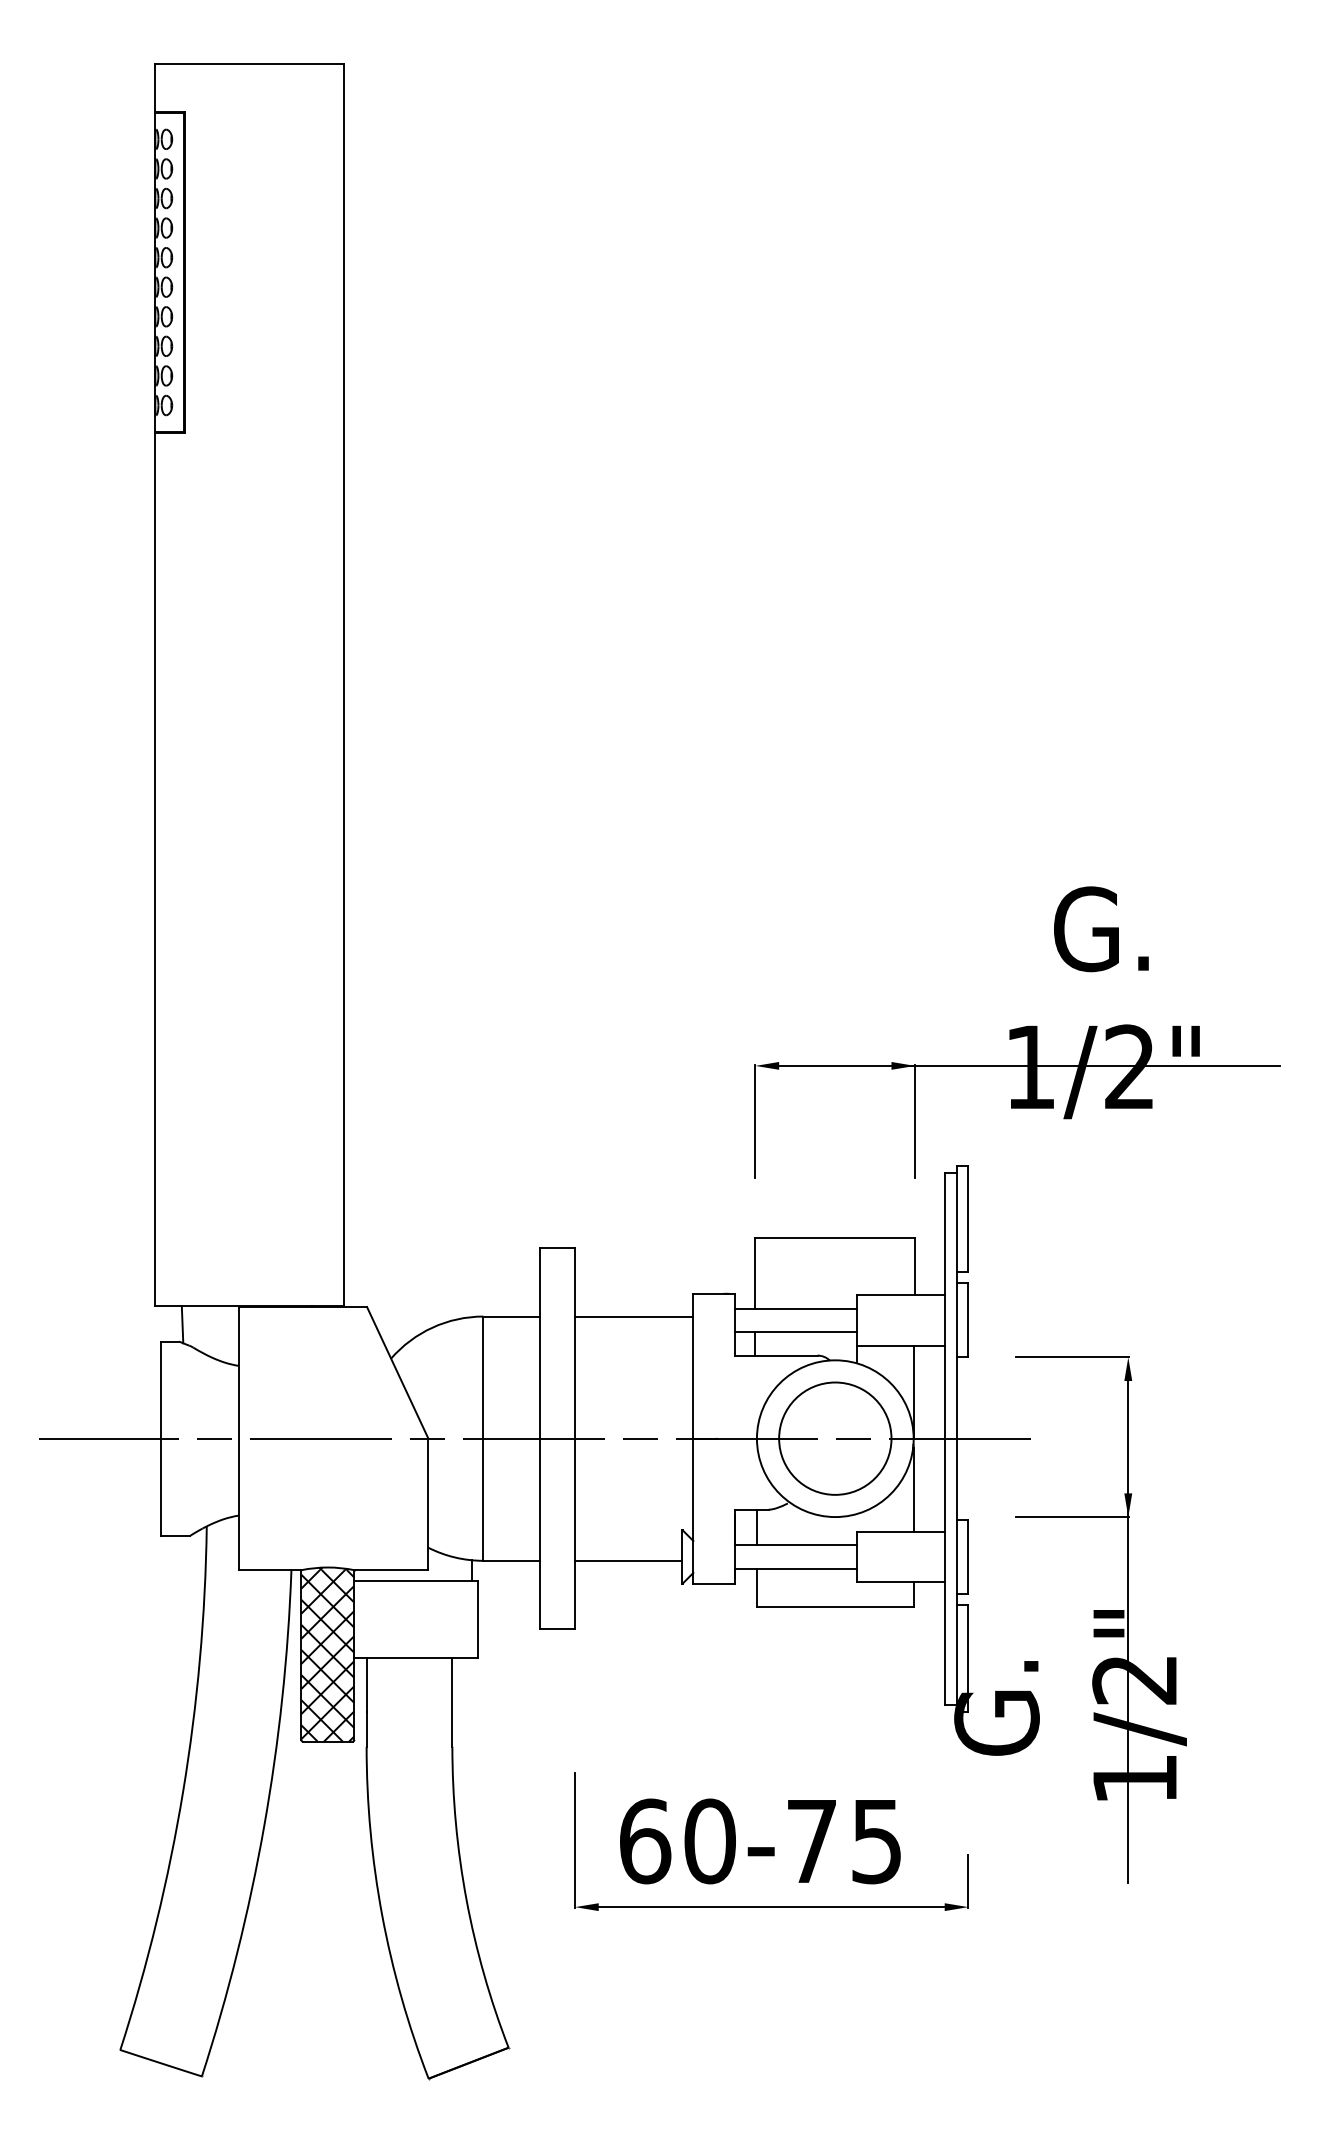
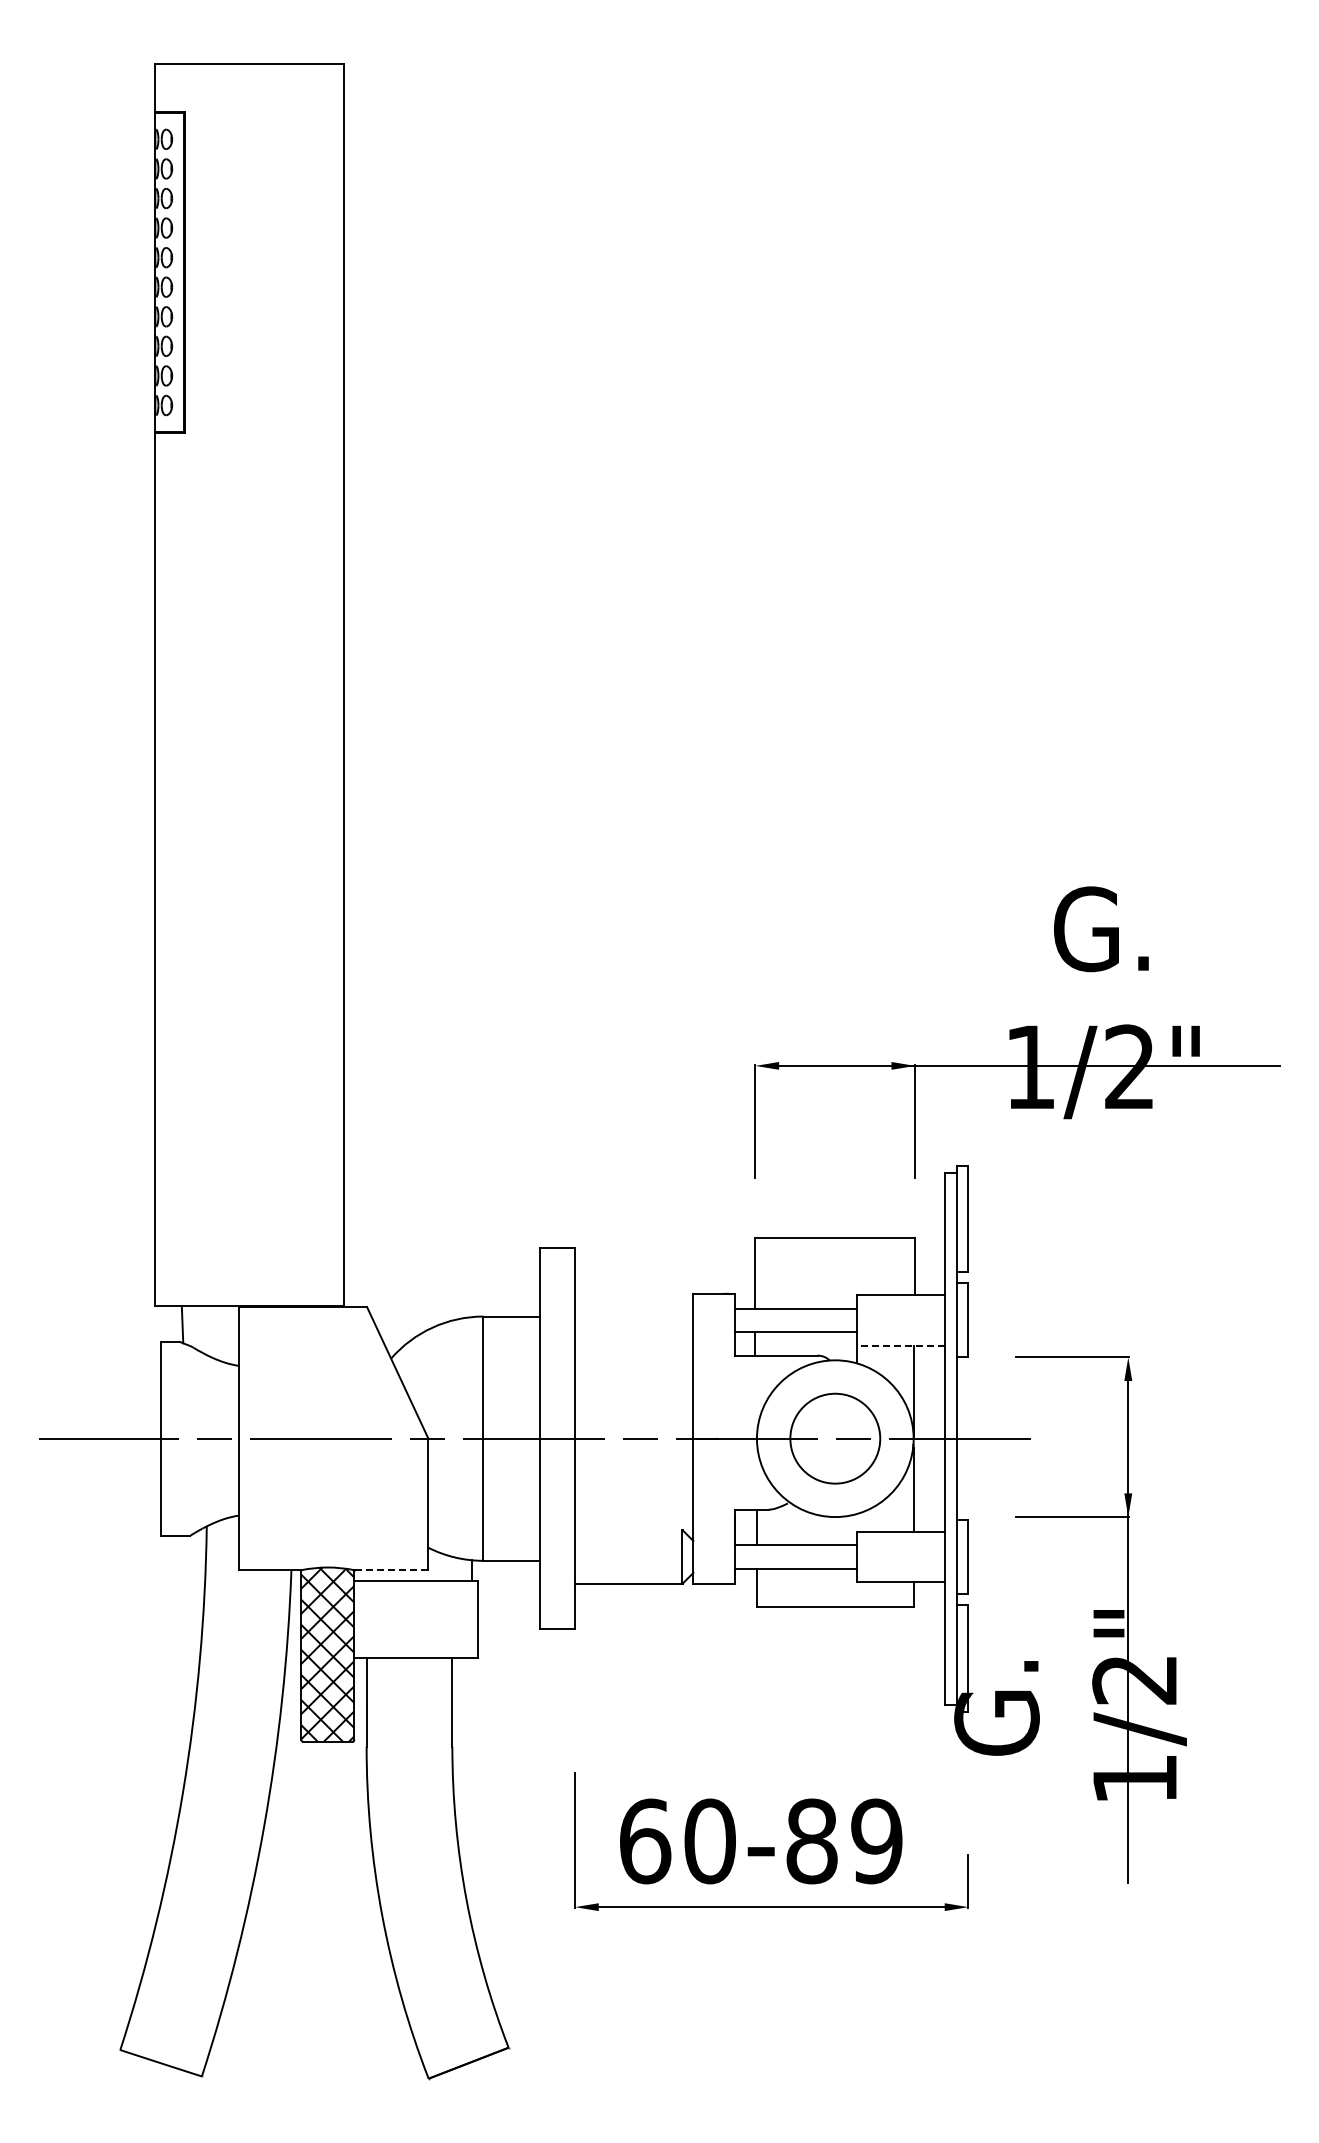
line at (634, 1316): present -> none
line at (900, 1345): solid -> dashed
circle at (835, 1438) diameter: 112 px -> 90 px
line at (628, 1560) position: (628, 1560) -> (628, 1583)
line at (391, 1570): solid -> dashed
text at (844, 1841): 60-75 -> 60-89
